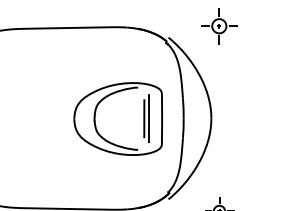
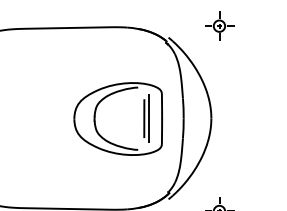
part at (219, 26) size: 37x37 px -> 30x30 px
